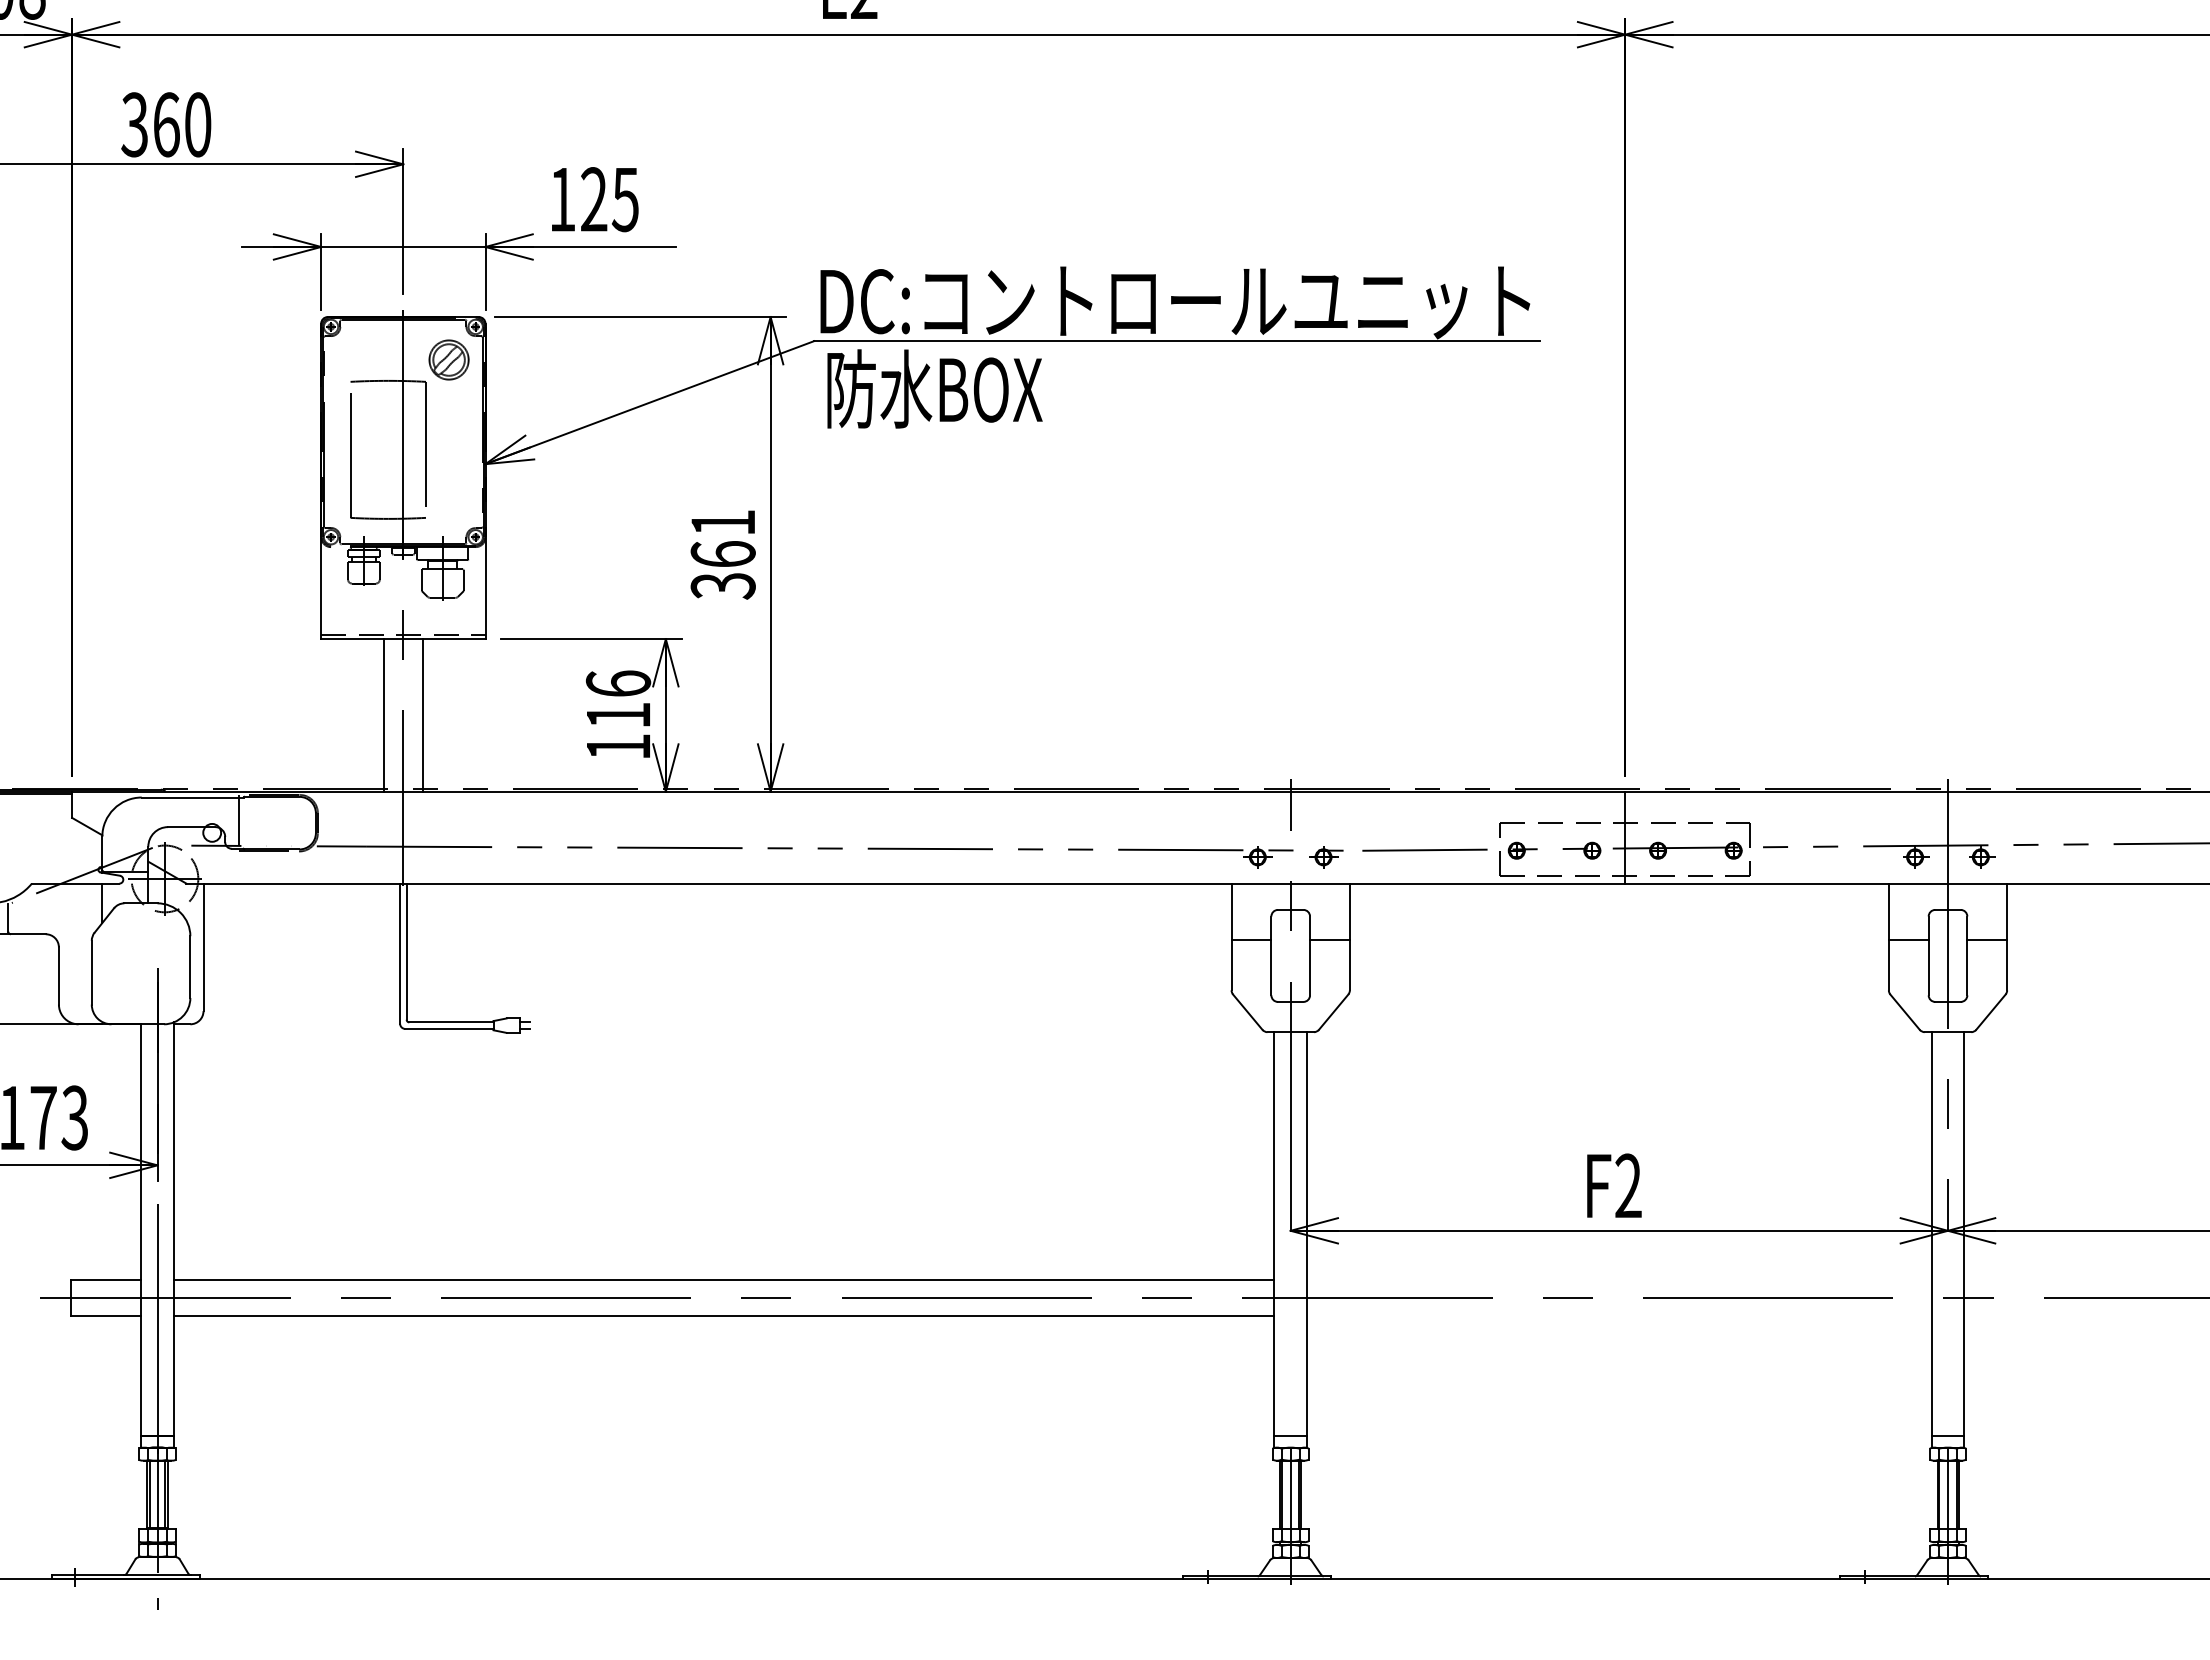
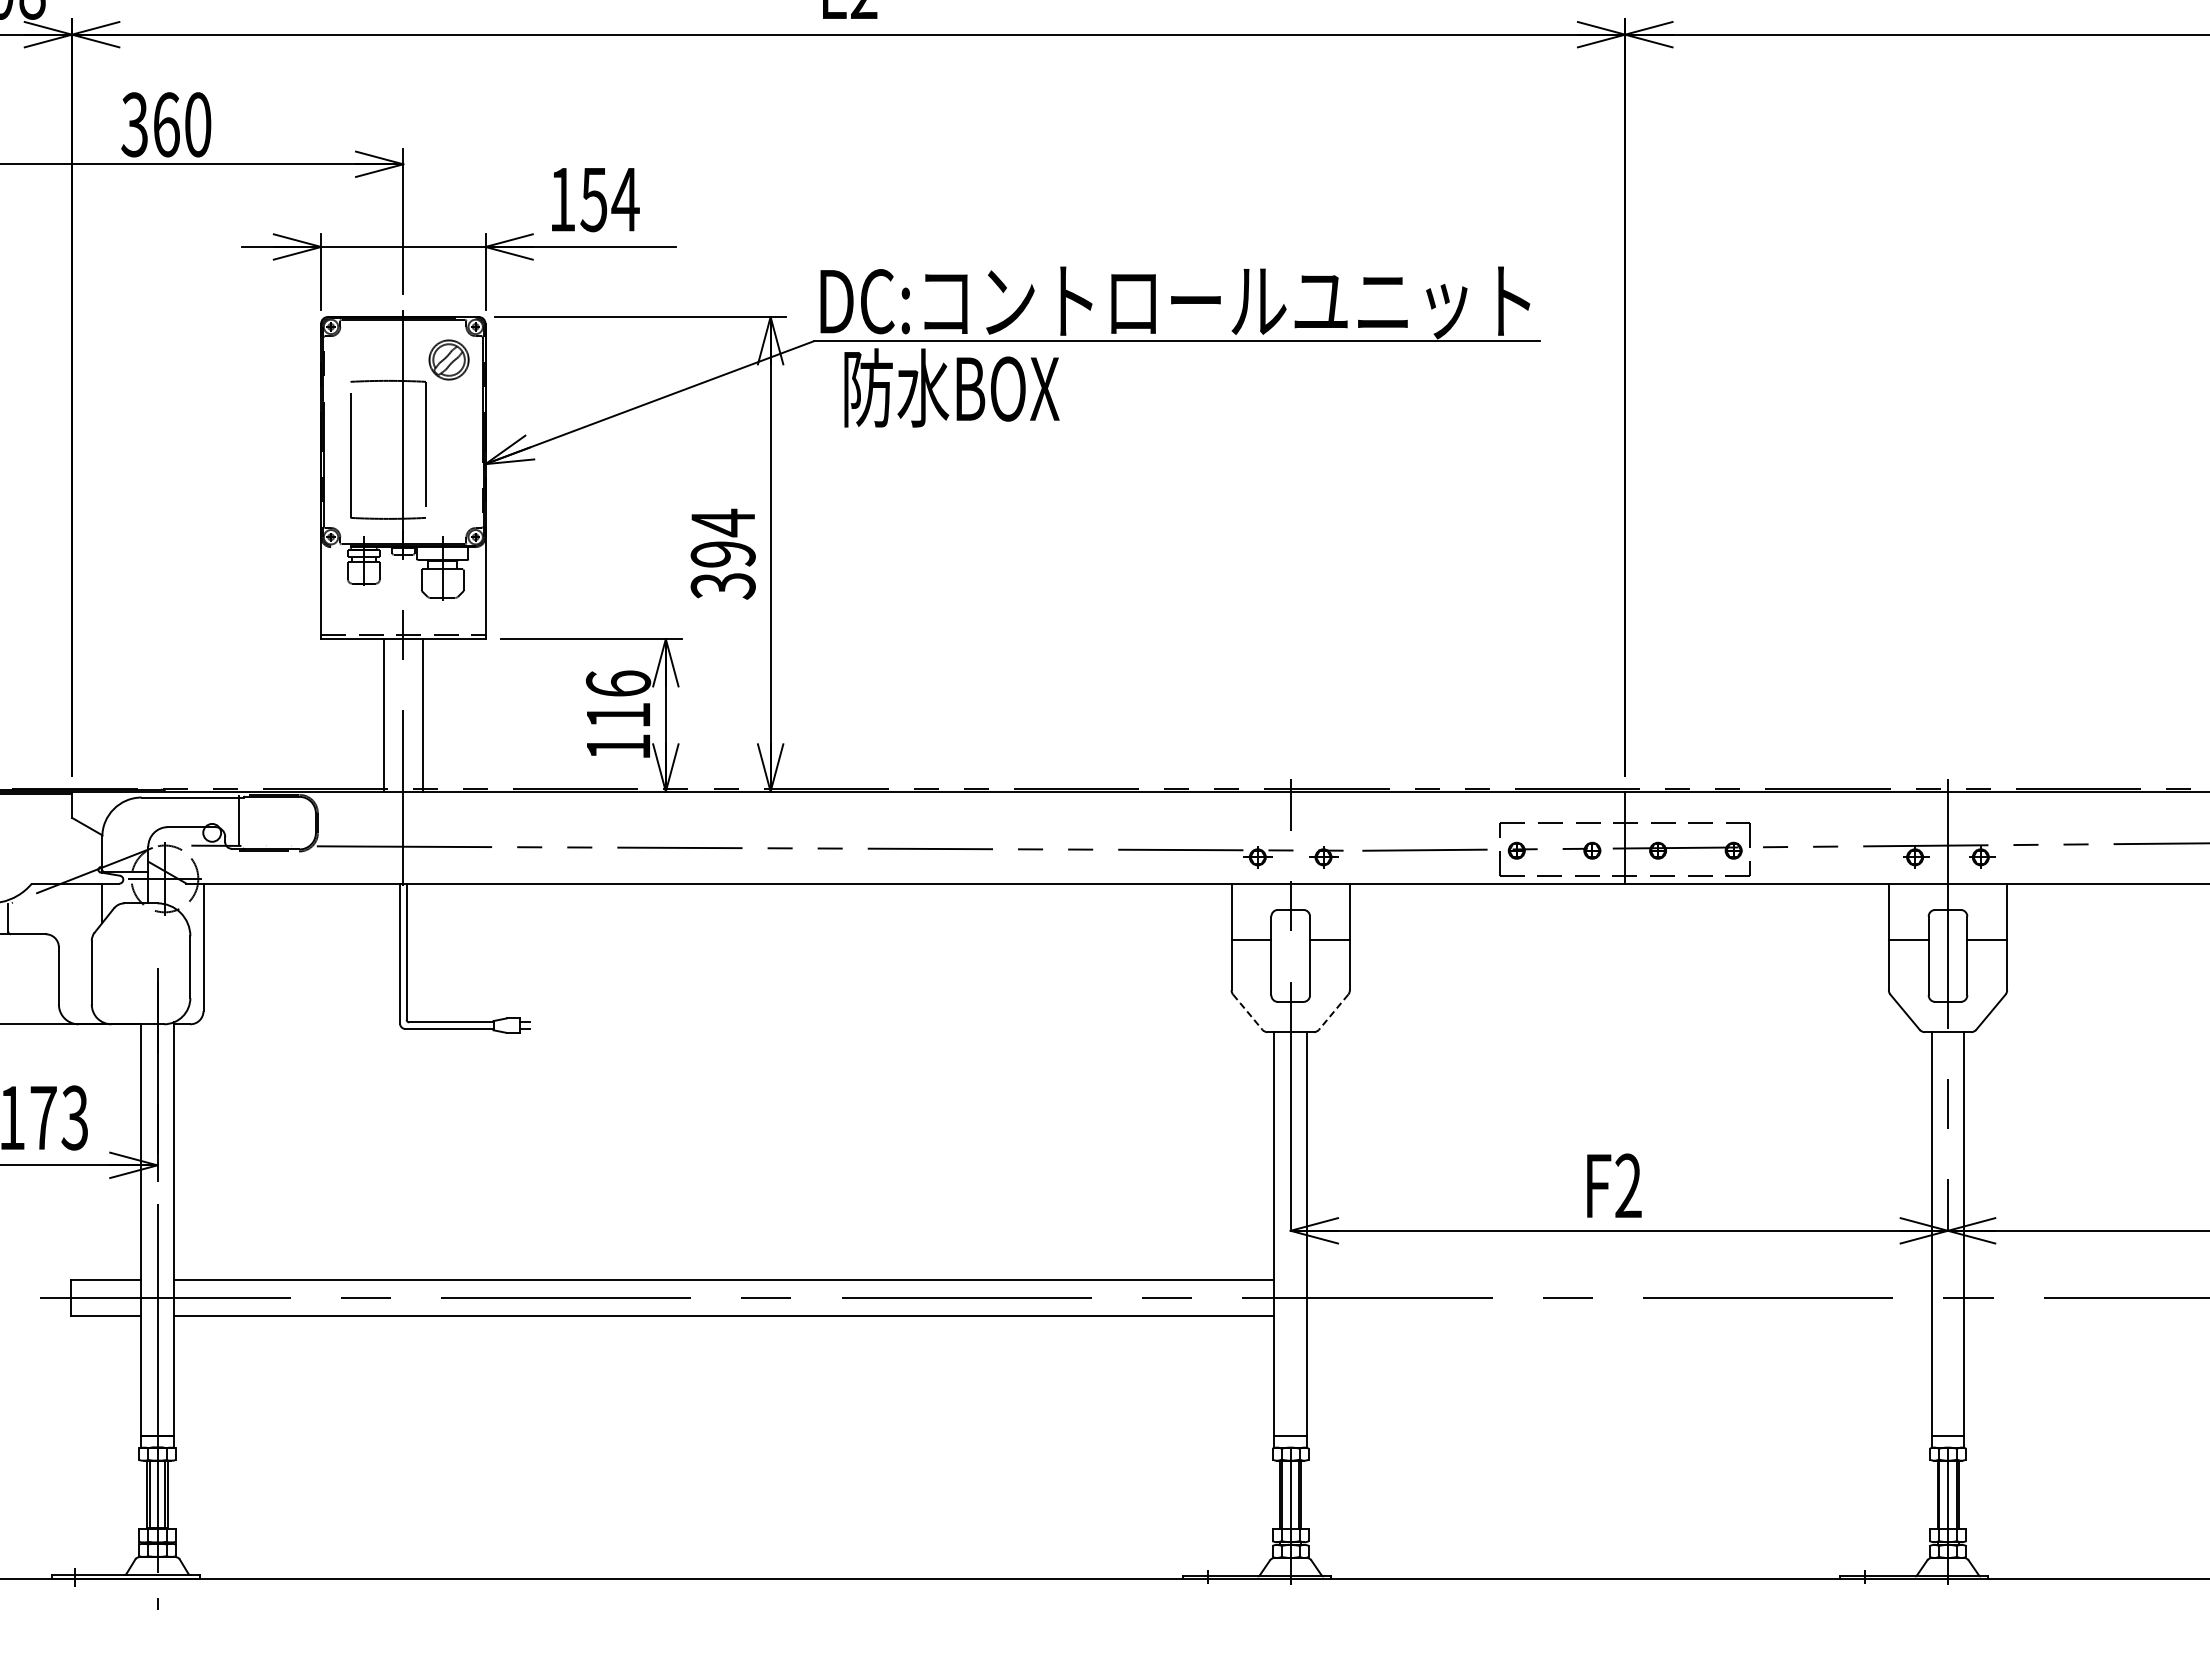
text at (609, 199): 125 -> 154
text at (934, 388) position: (934, 388) -> (951, 387)
text at (722, 537): 361 -> 394
line at (1247, 1012): solid -> dashed
line at (1333, 1012): solid -> dashed
